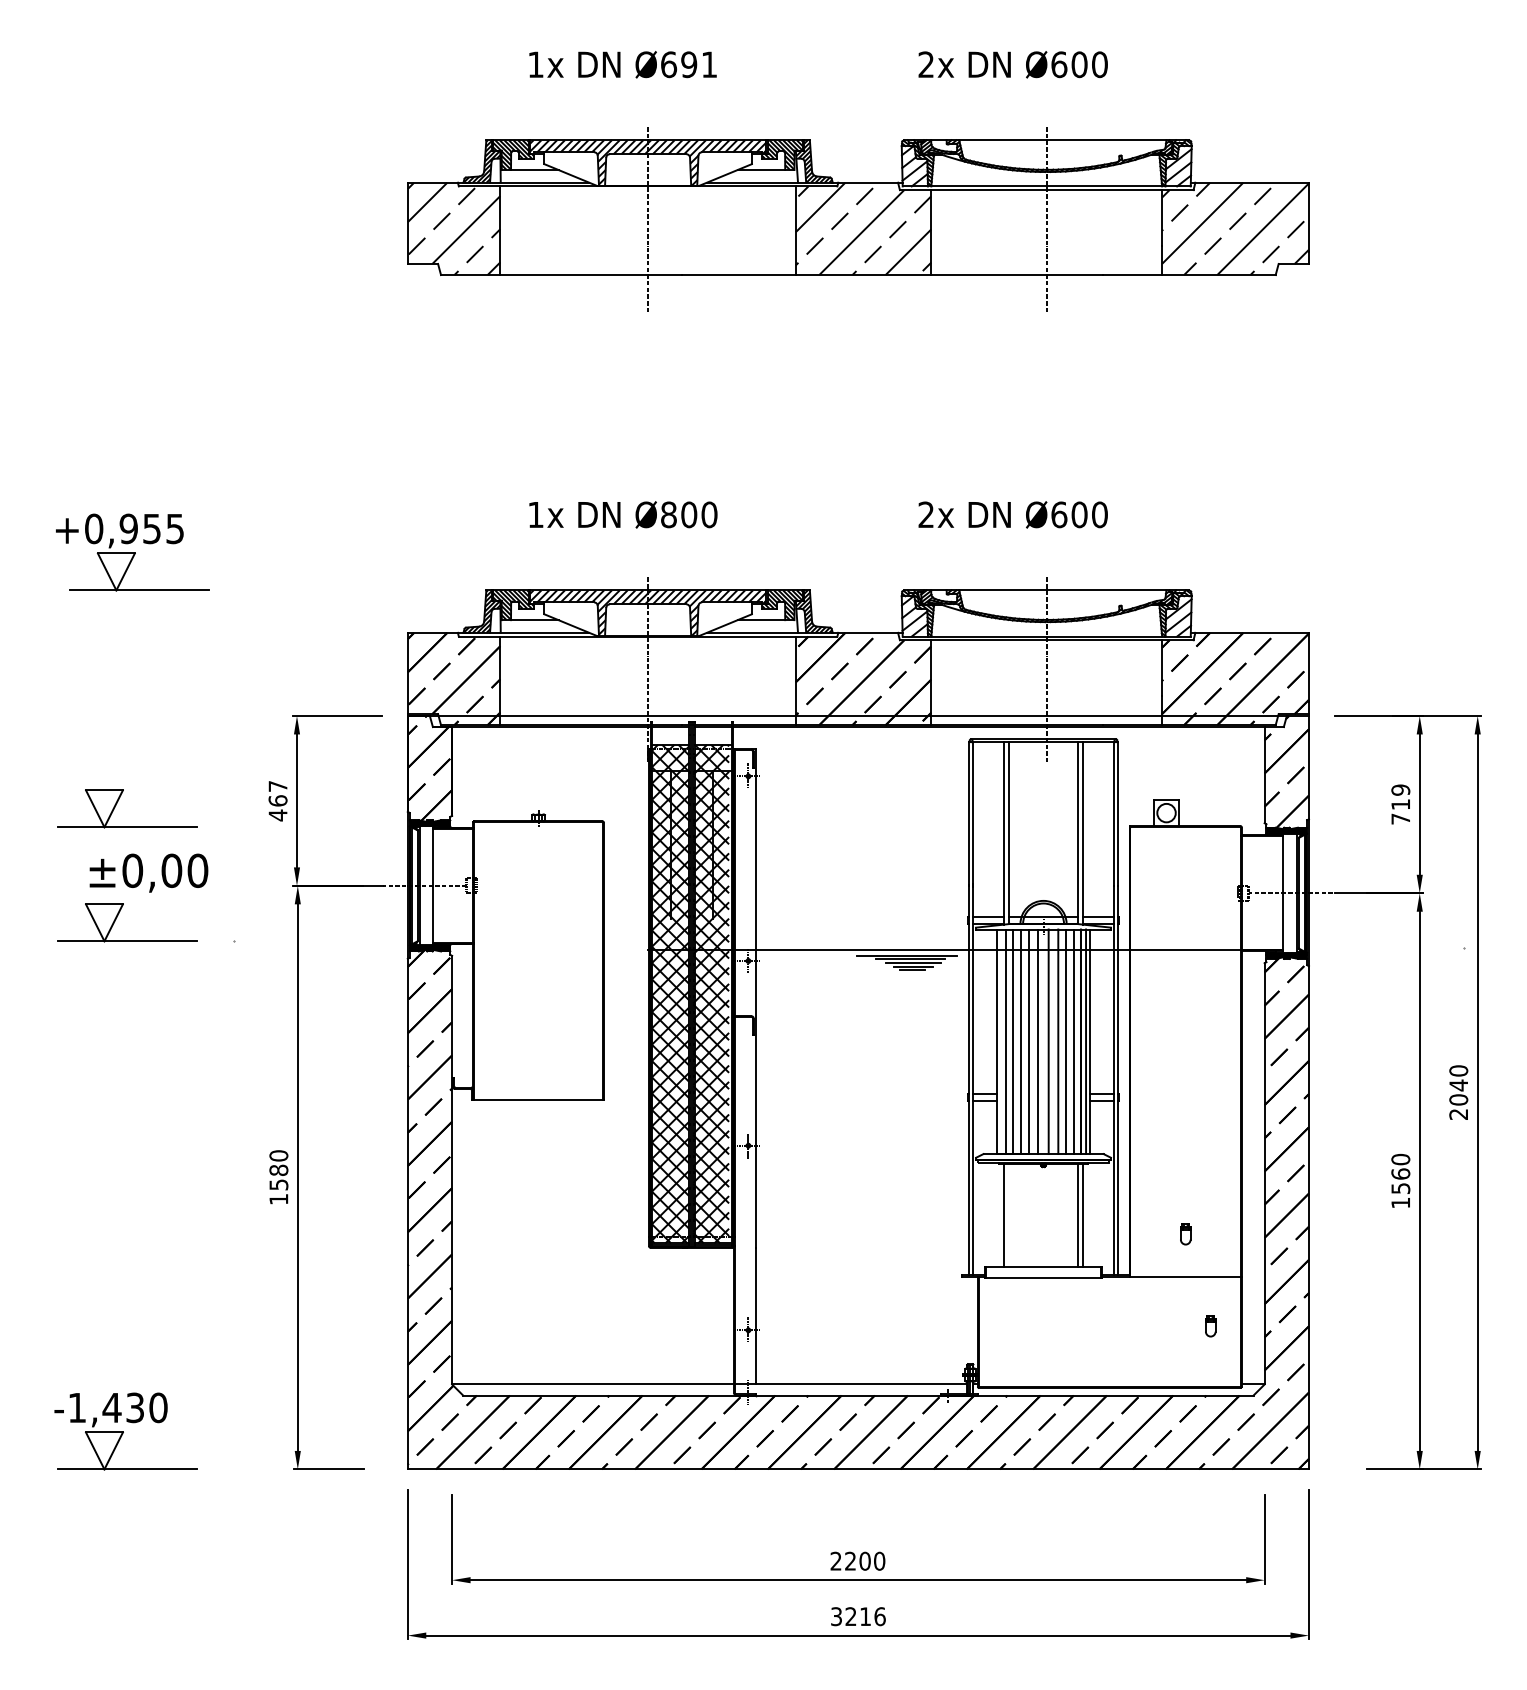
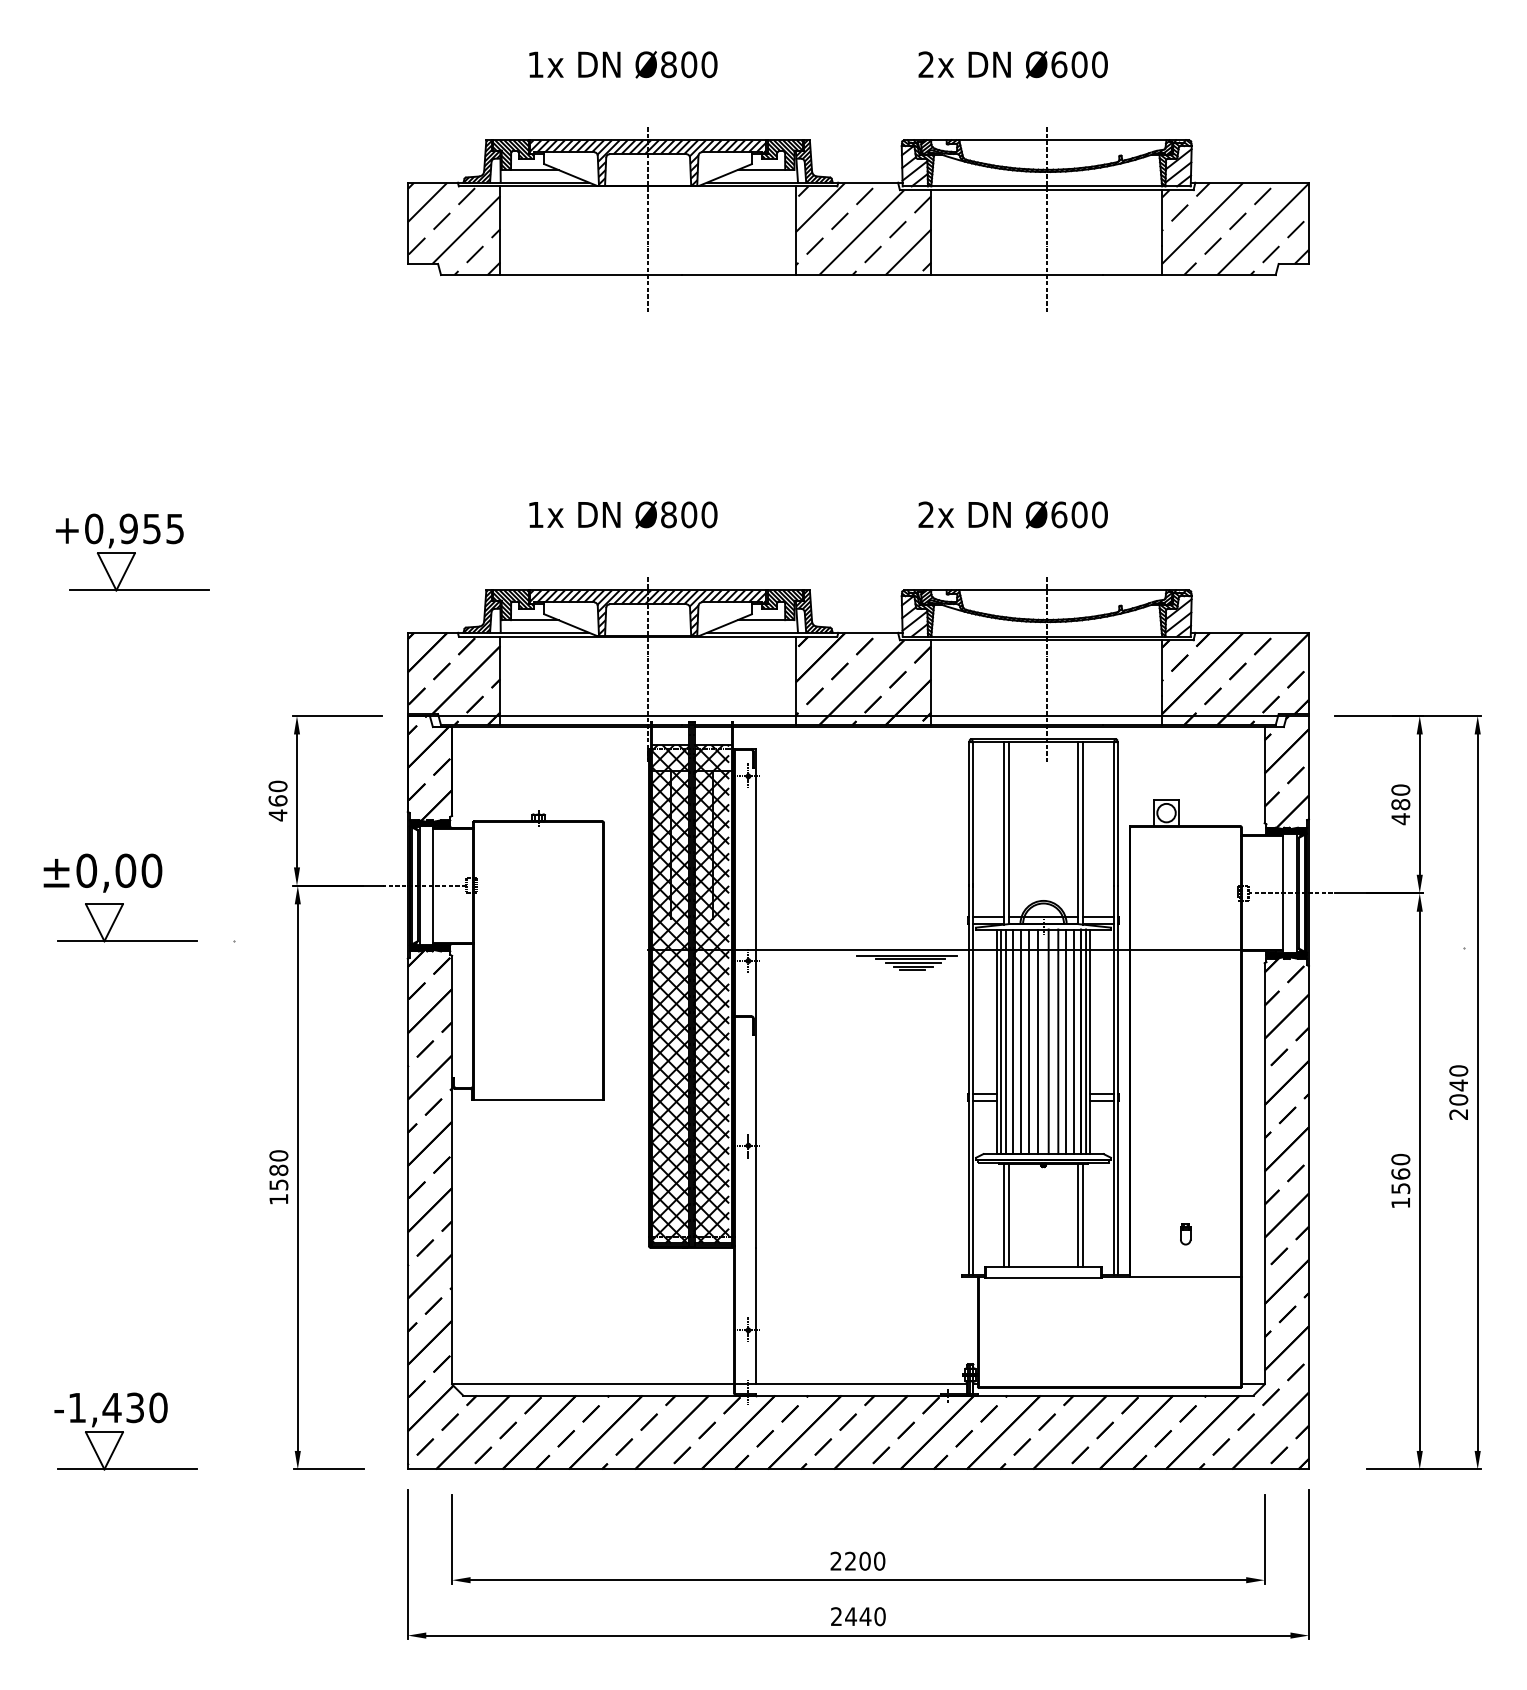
text at (689, 64): Ø691 -> Ø800
text at (277, 786): 467 -> 460
part at (117, 803): present -> none
text at (1400, 804): 719 -> 480
text at (148, 872) position: (148, 872) -> (102, 872)
line at (1001, 1041): none -> present
line at (1008, 1215): none -> present
part at (1210, 1326): present -> none
text at (858, 1616): 3216 -> 2440
